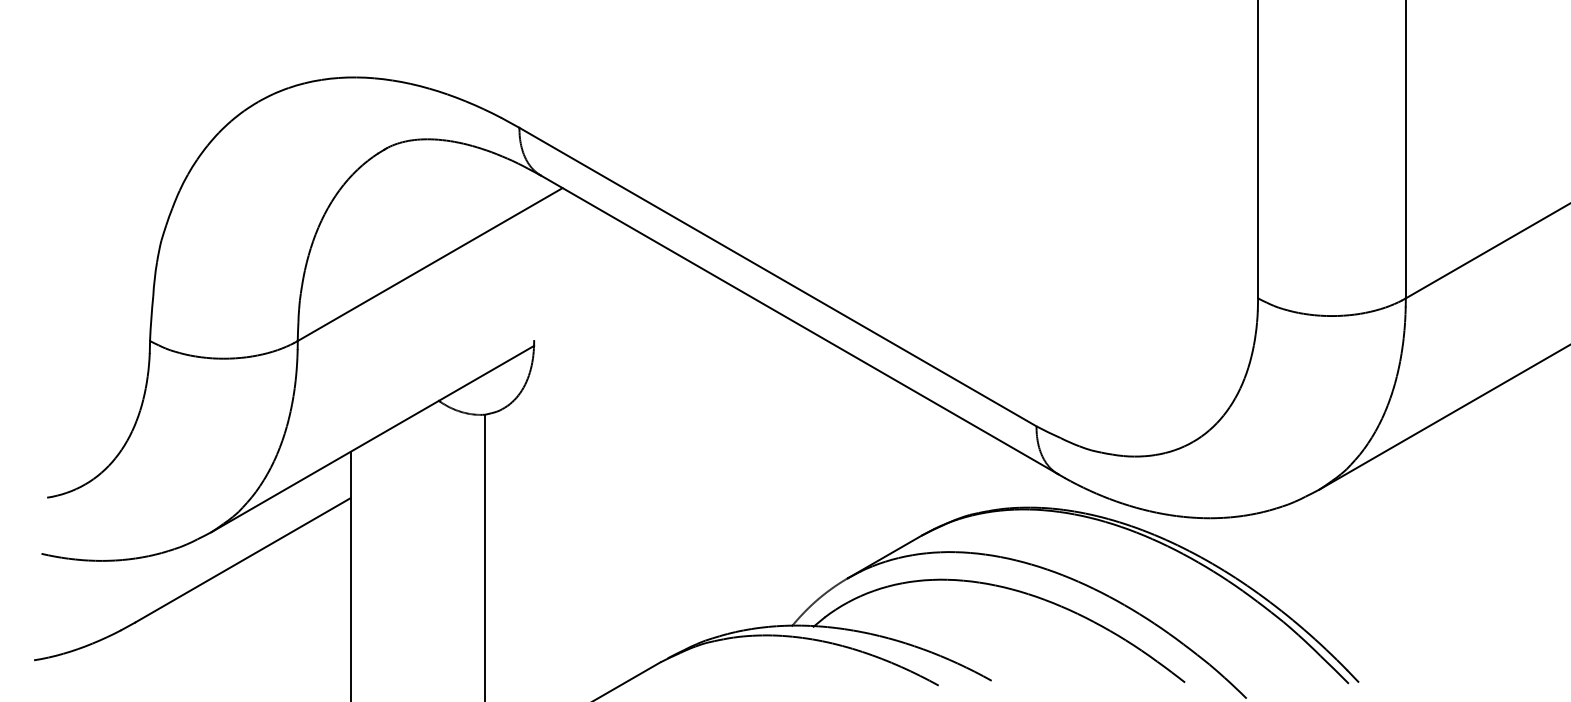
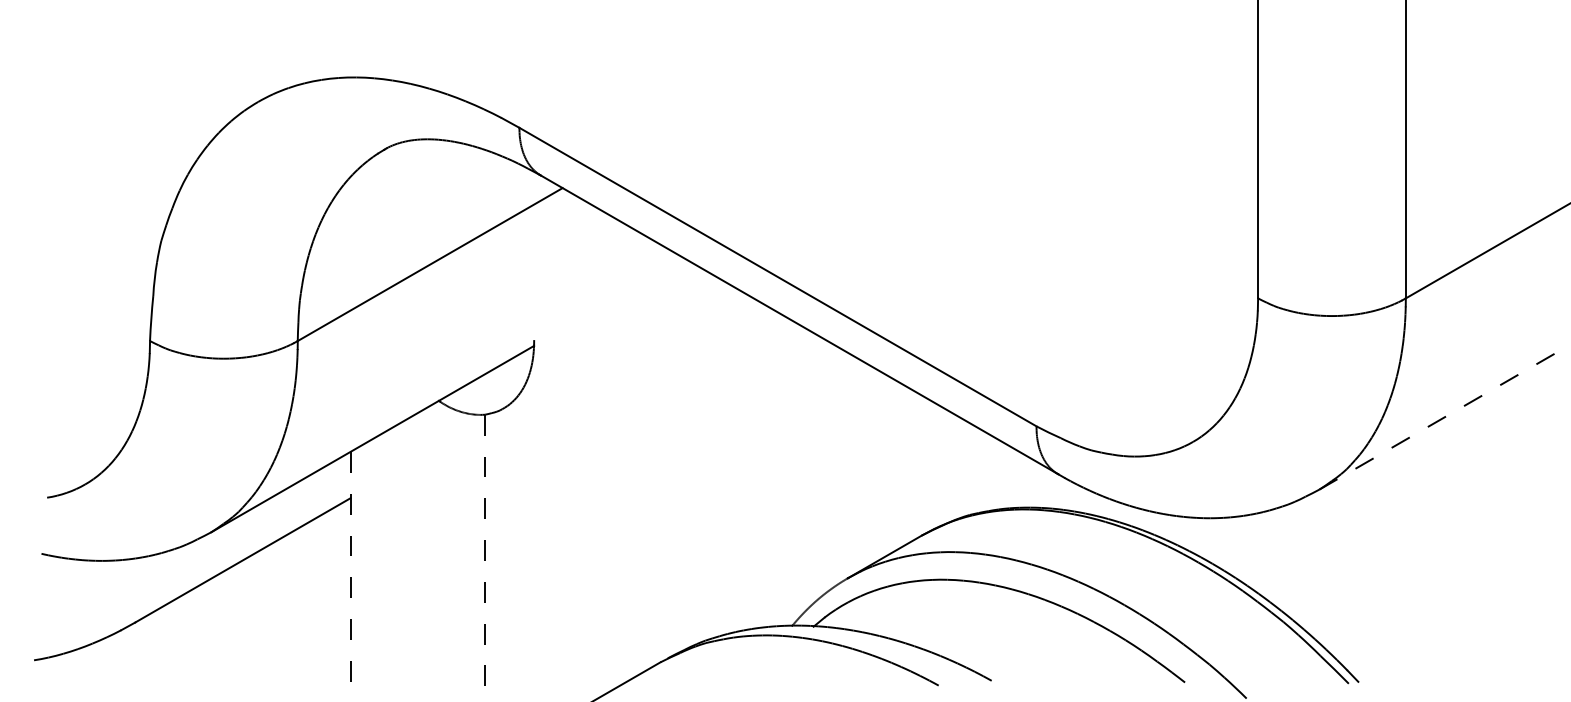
line at (1445, 416): solid -> dashed
line at (485, 558): solid -> dashed
line at (350, 576): solid -> dashed
